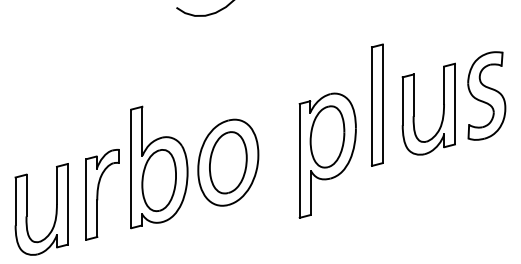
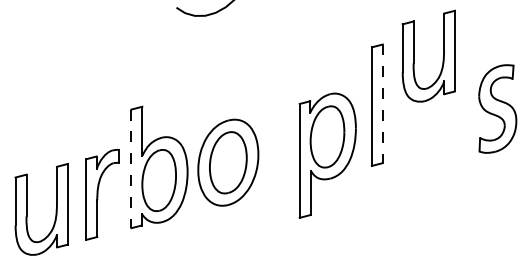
part at (486, 95) position: (486, 95) -> (497, 108)
line at (382, 104): solid -> dashed
part at (414, 108) position: (414, 108) -> (414, 55)
line at (131, 169): solid -> dashed
